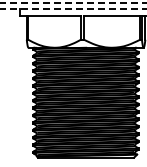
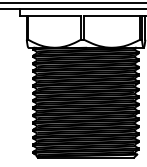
line at (73, 2): dashed -> solid
line at (73, 9): dashed -> solid
